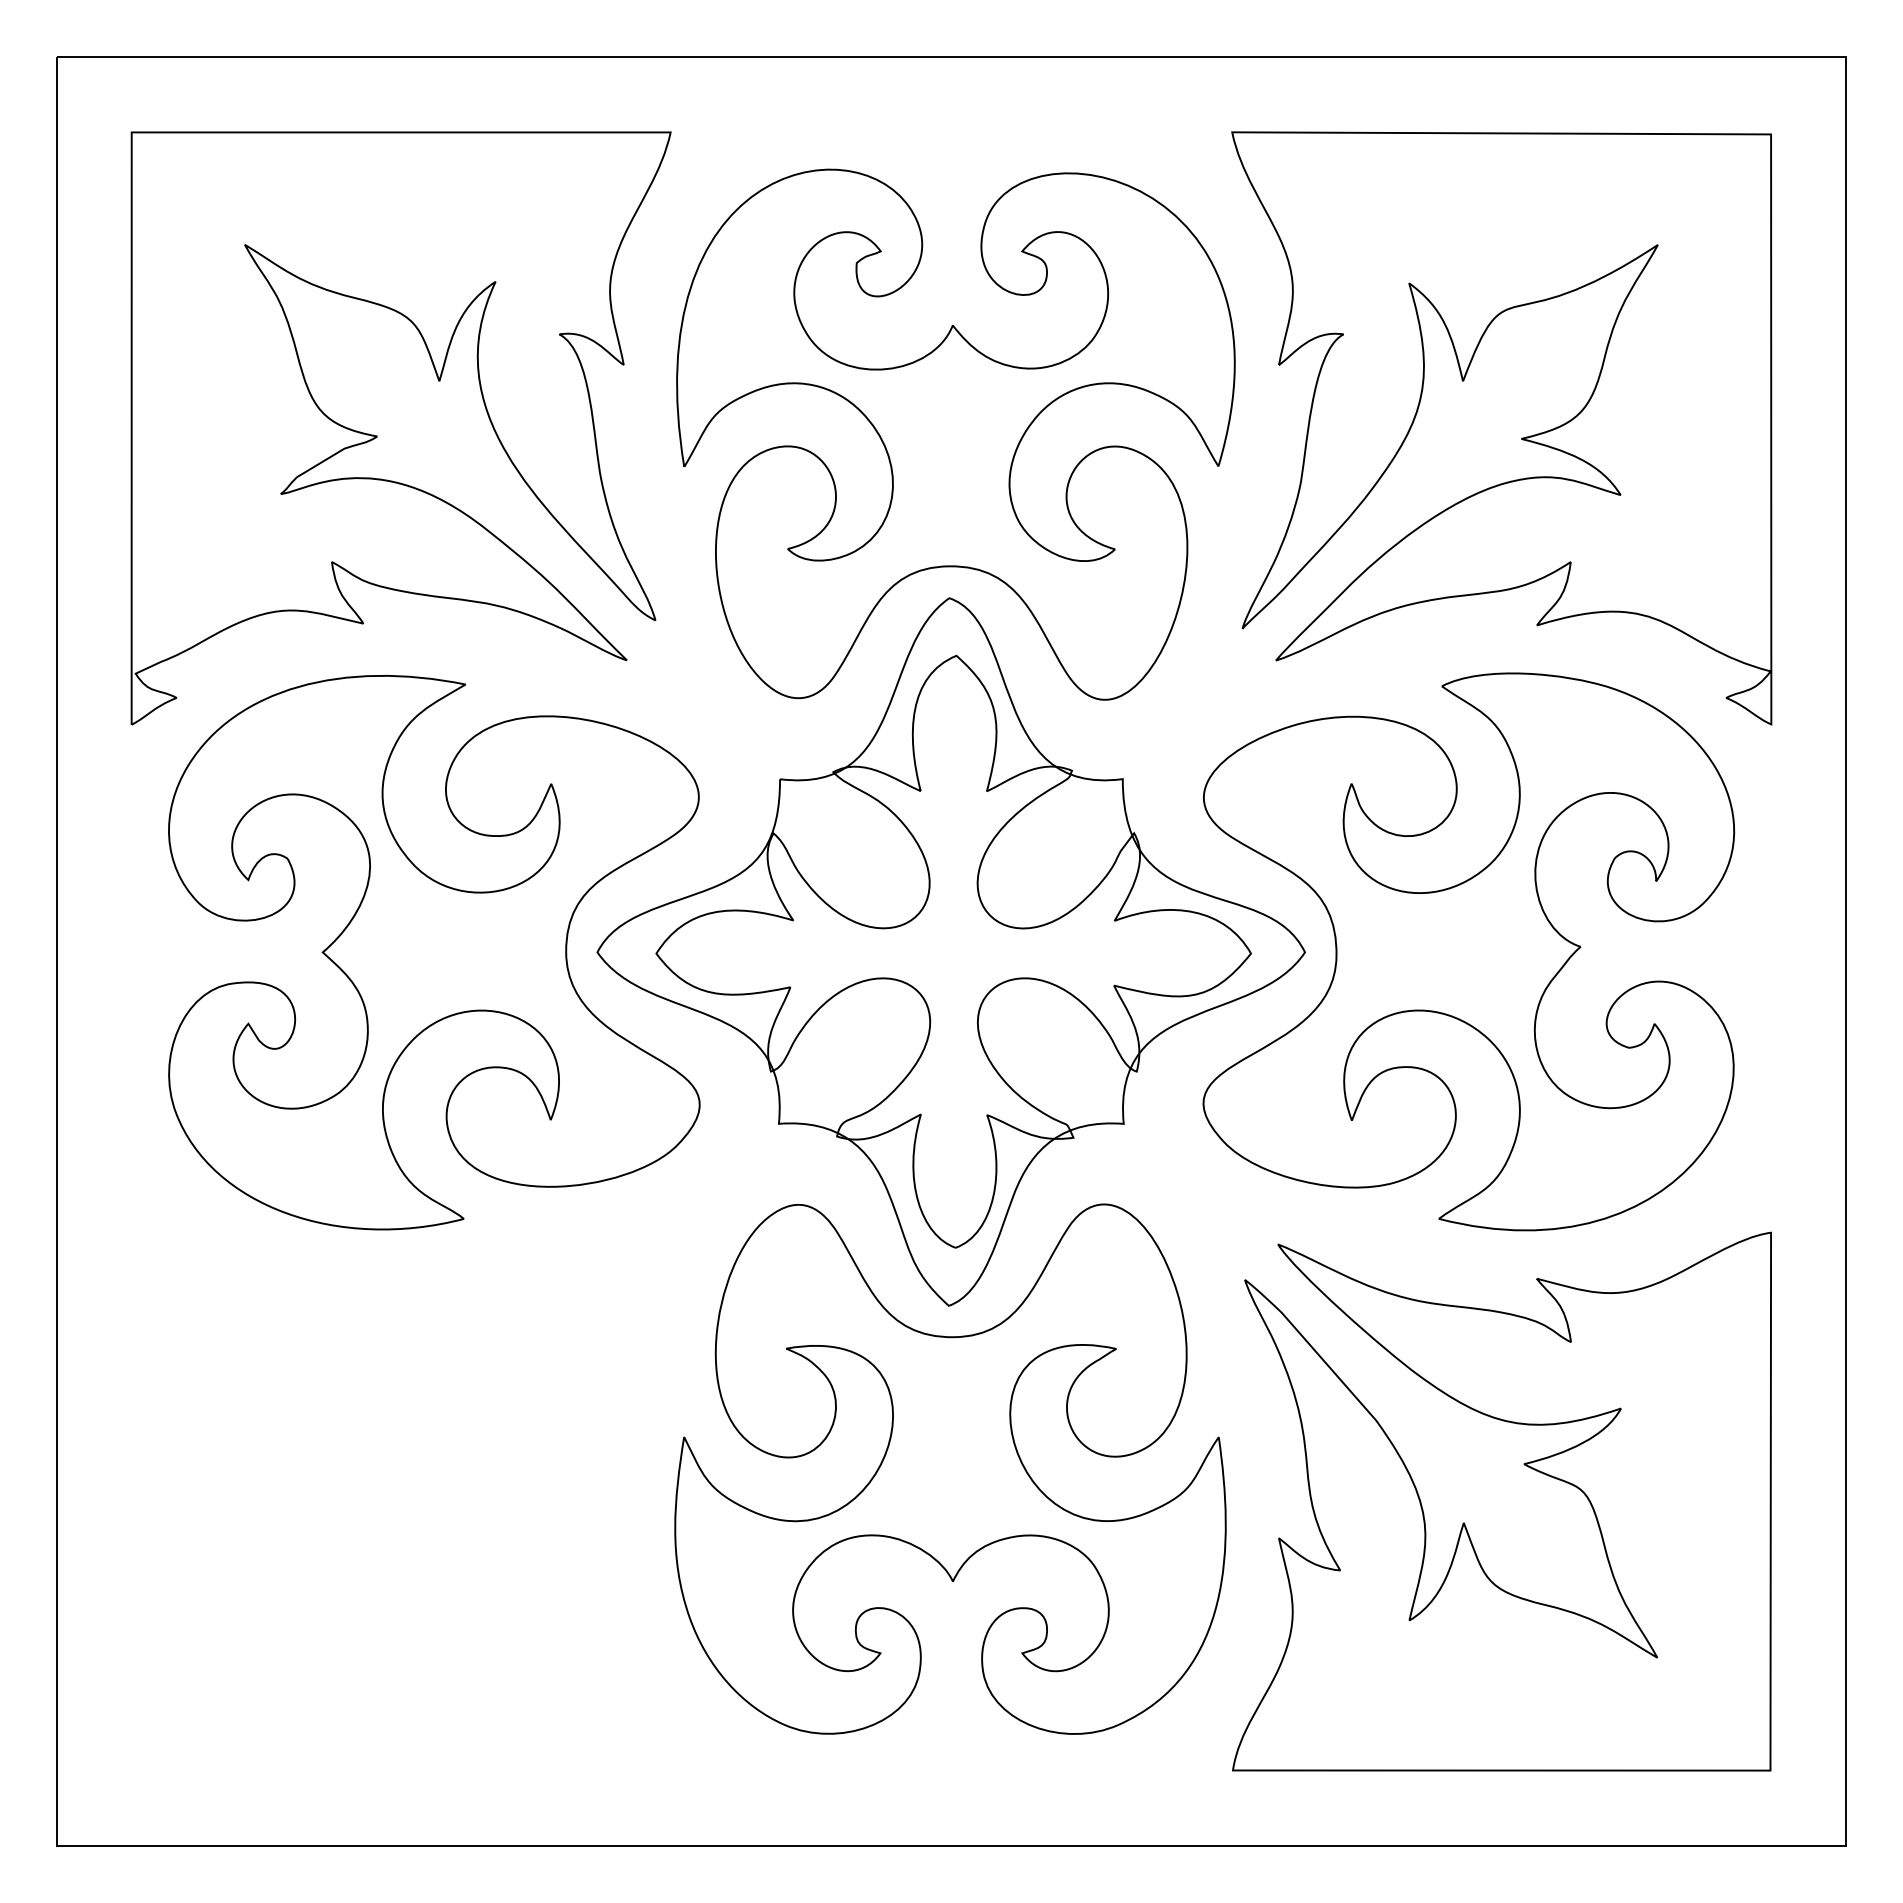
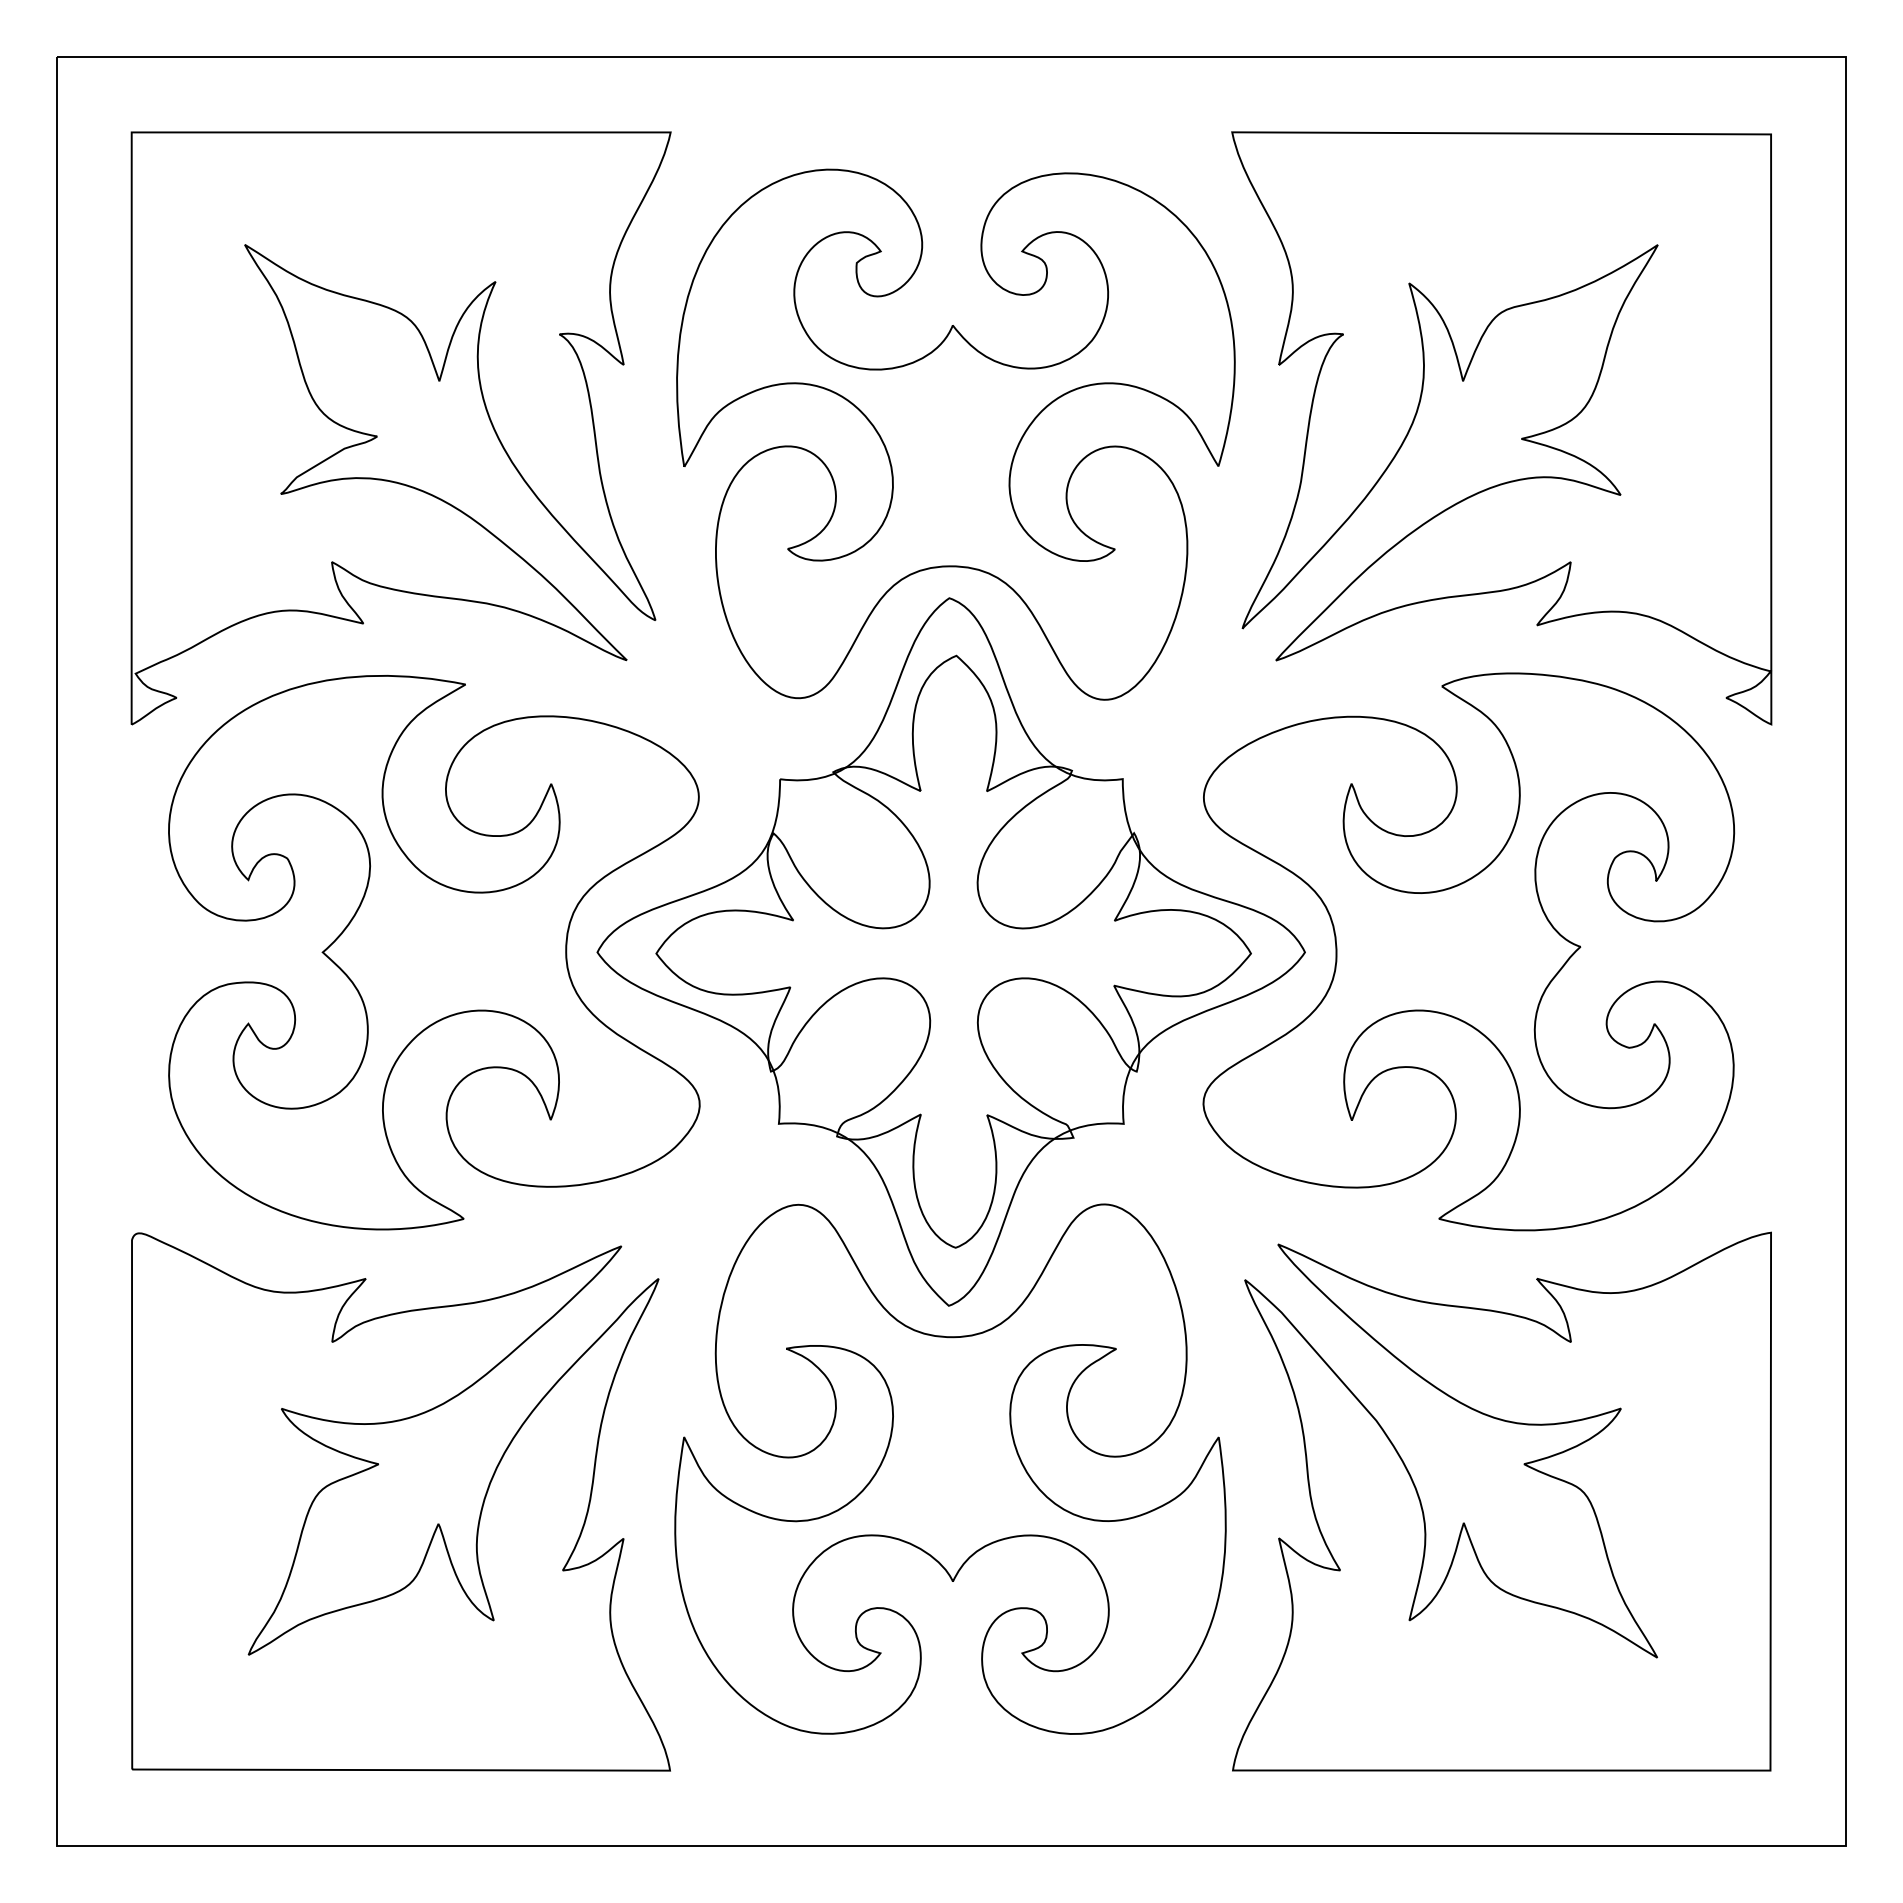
part at (378, 1465): none -> present
